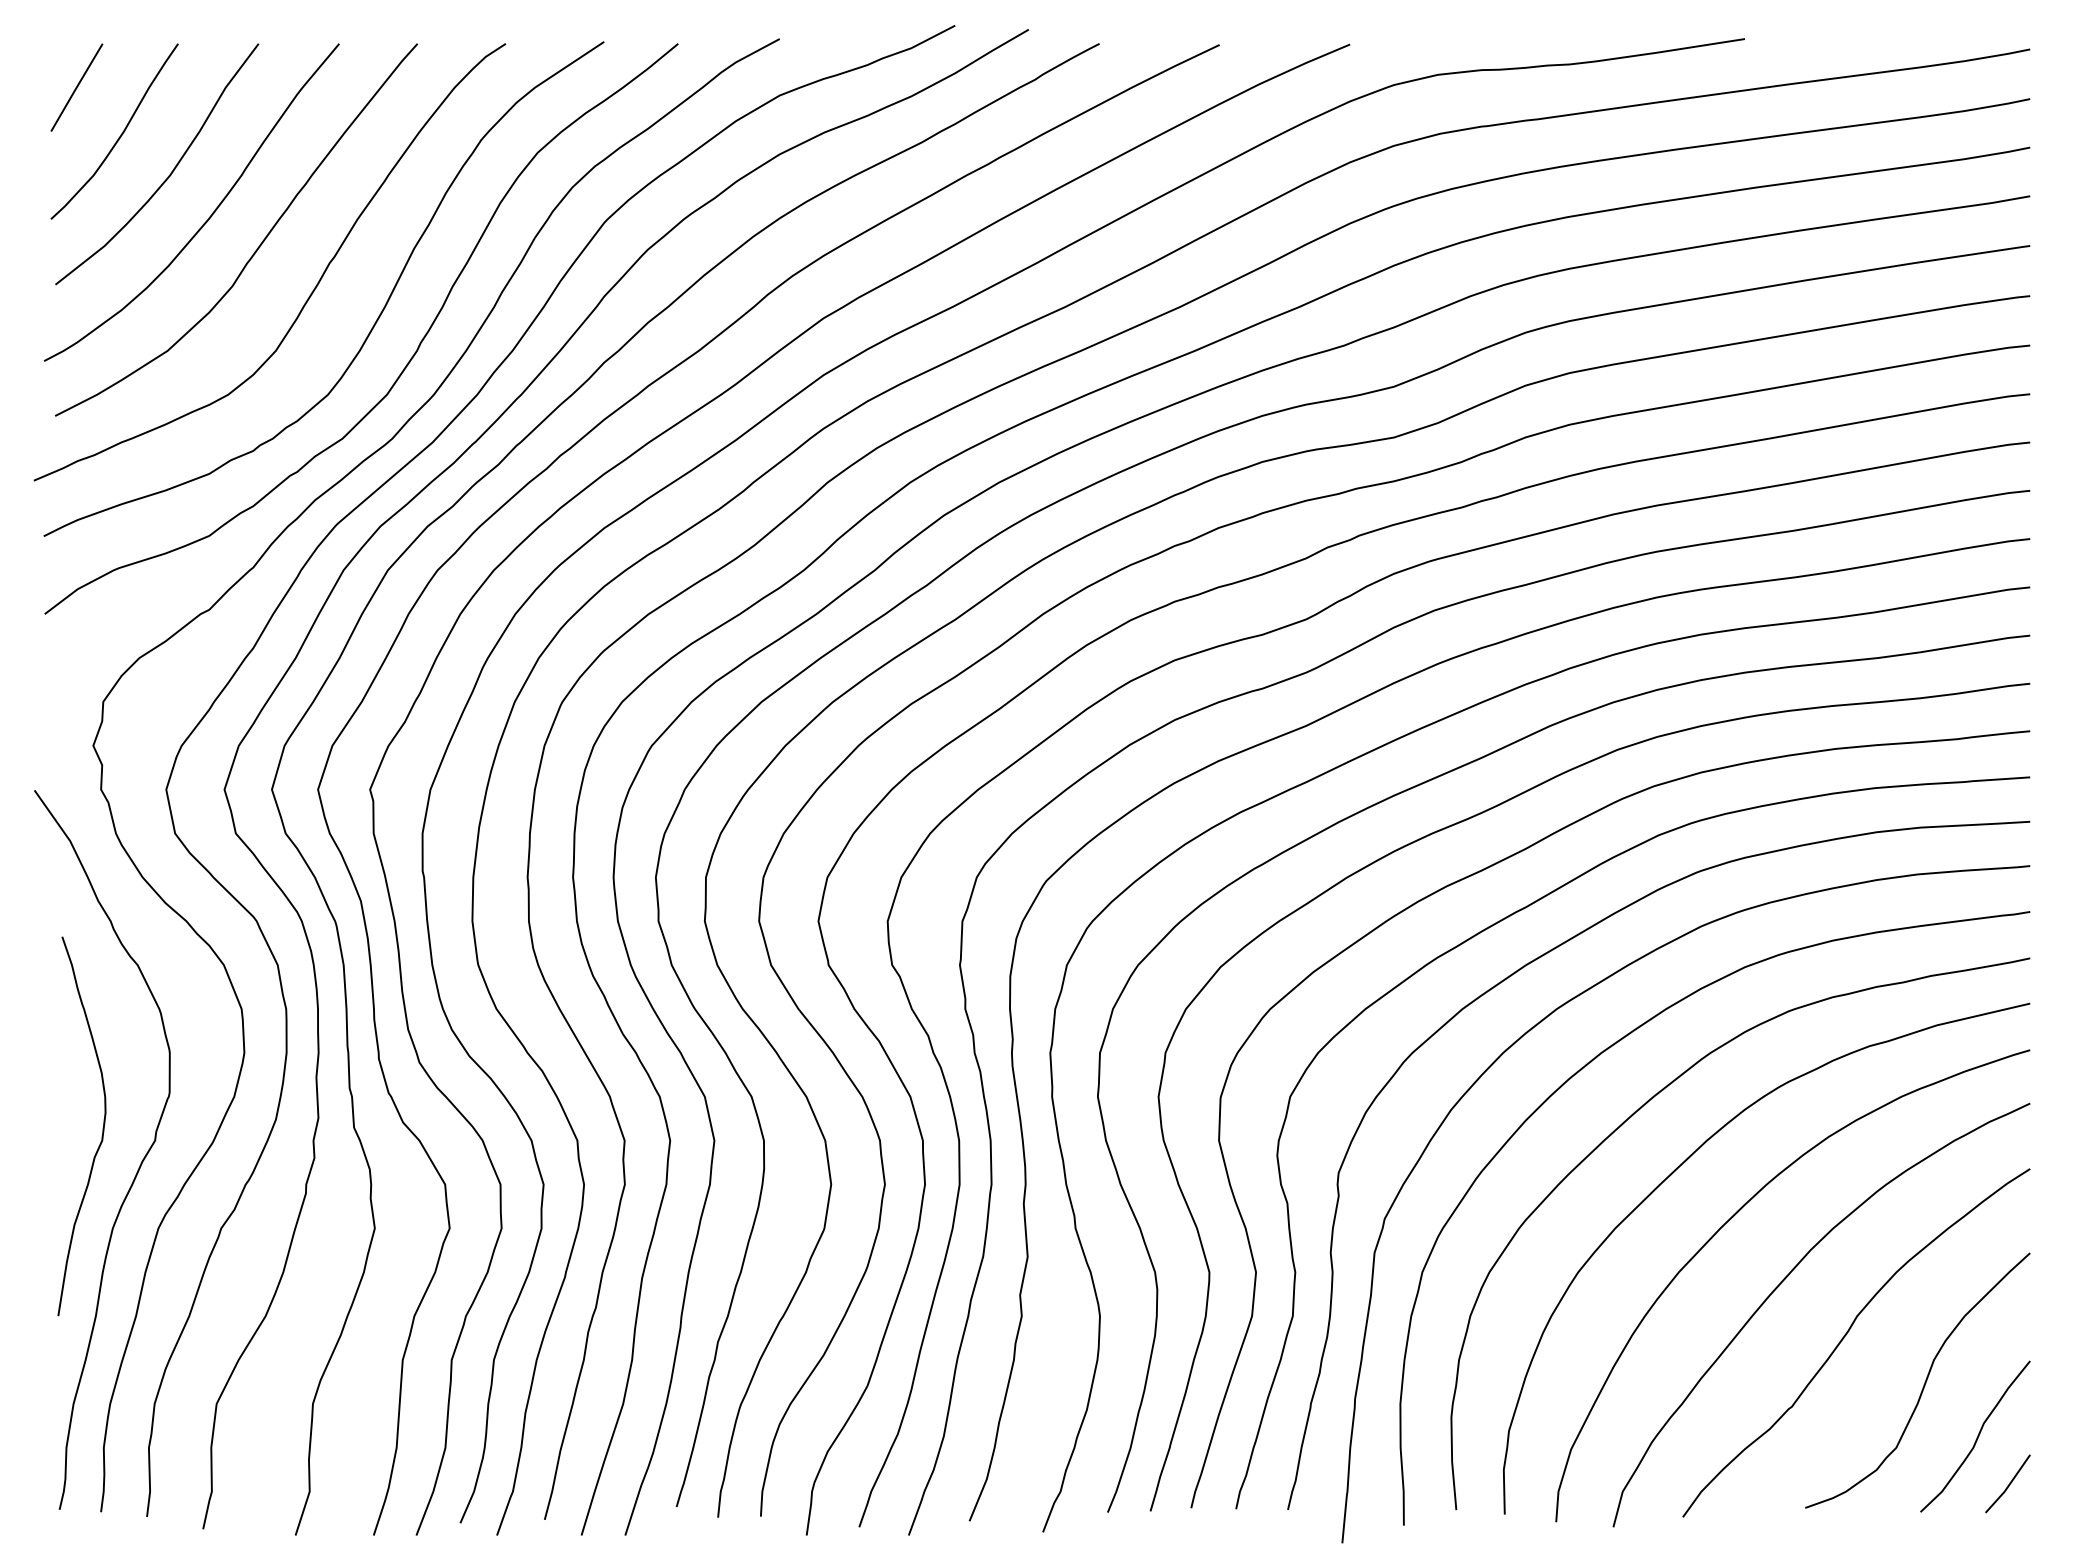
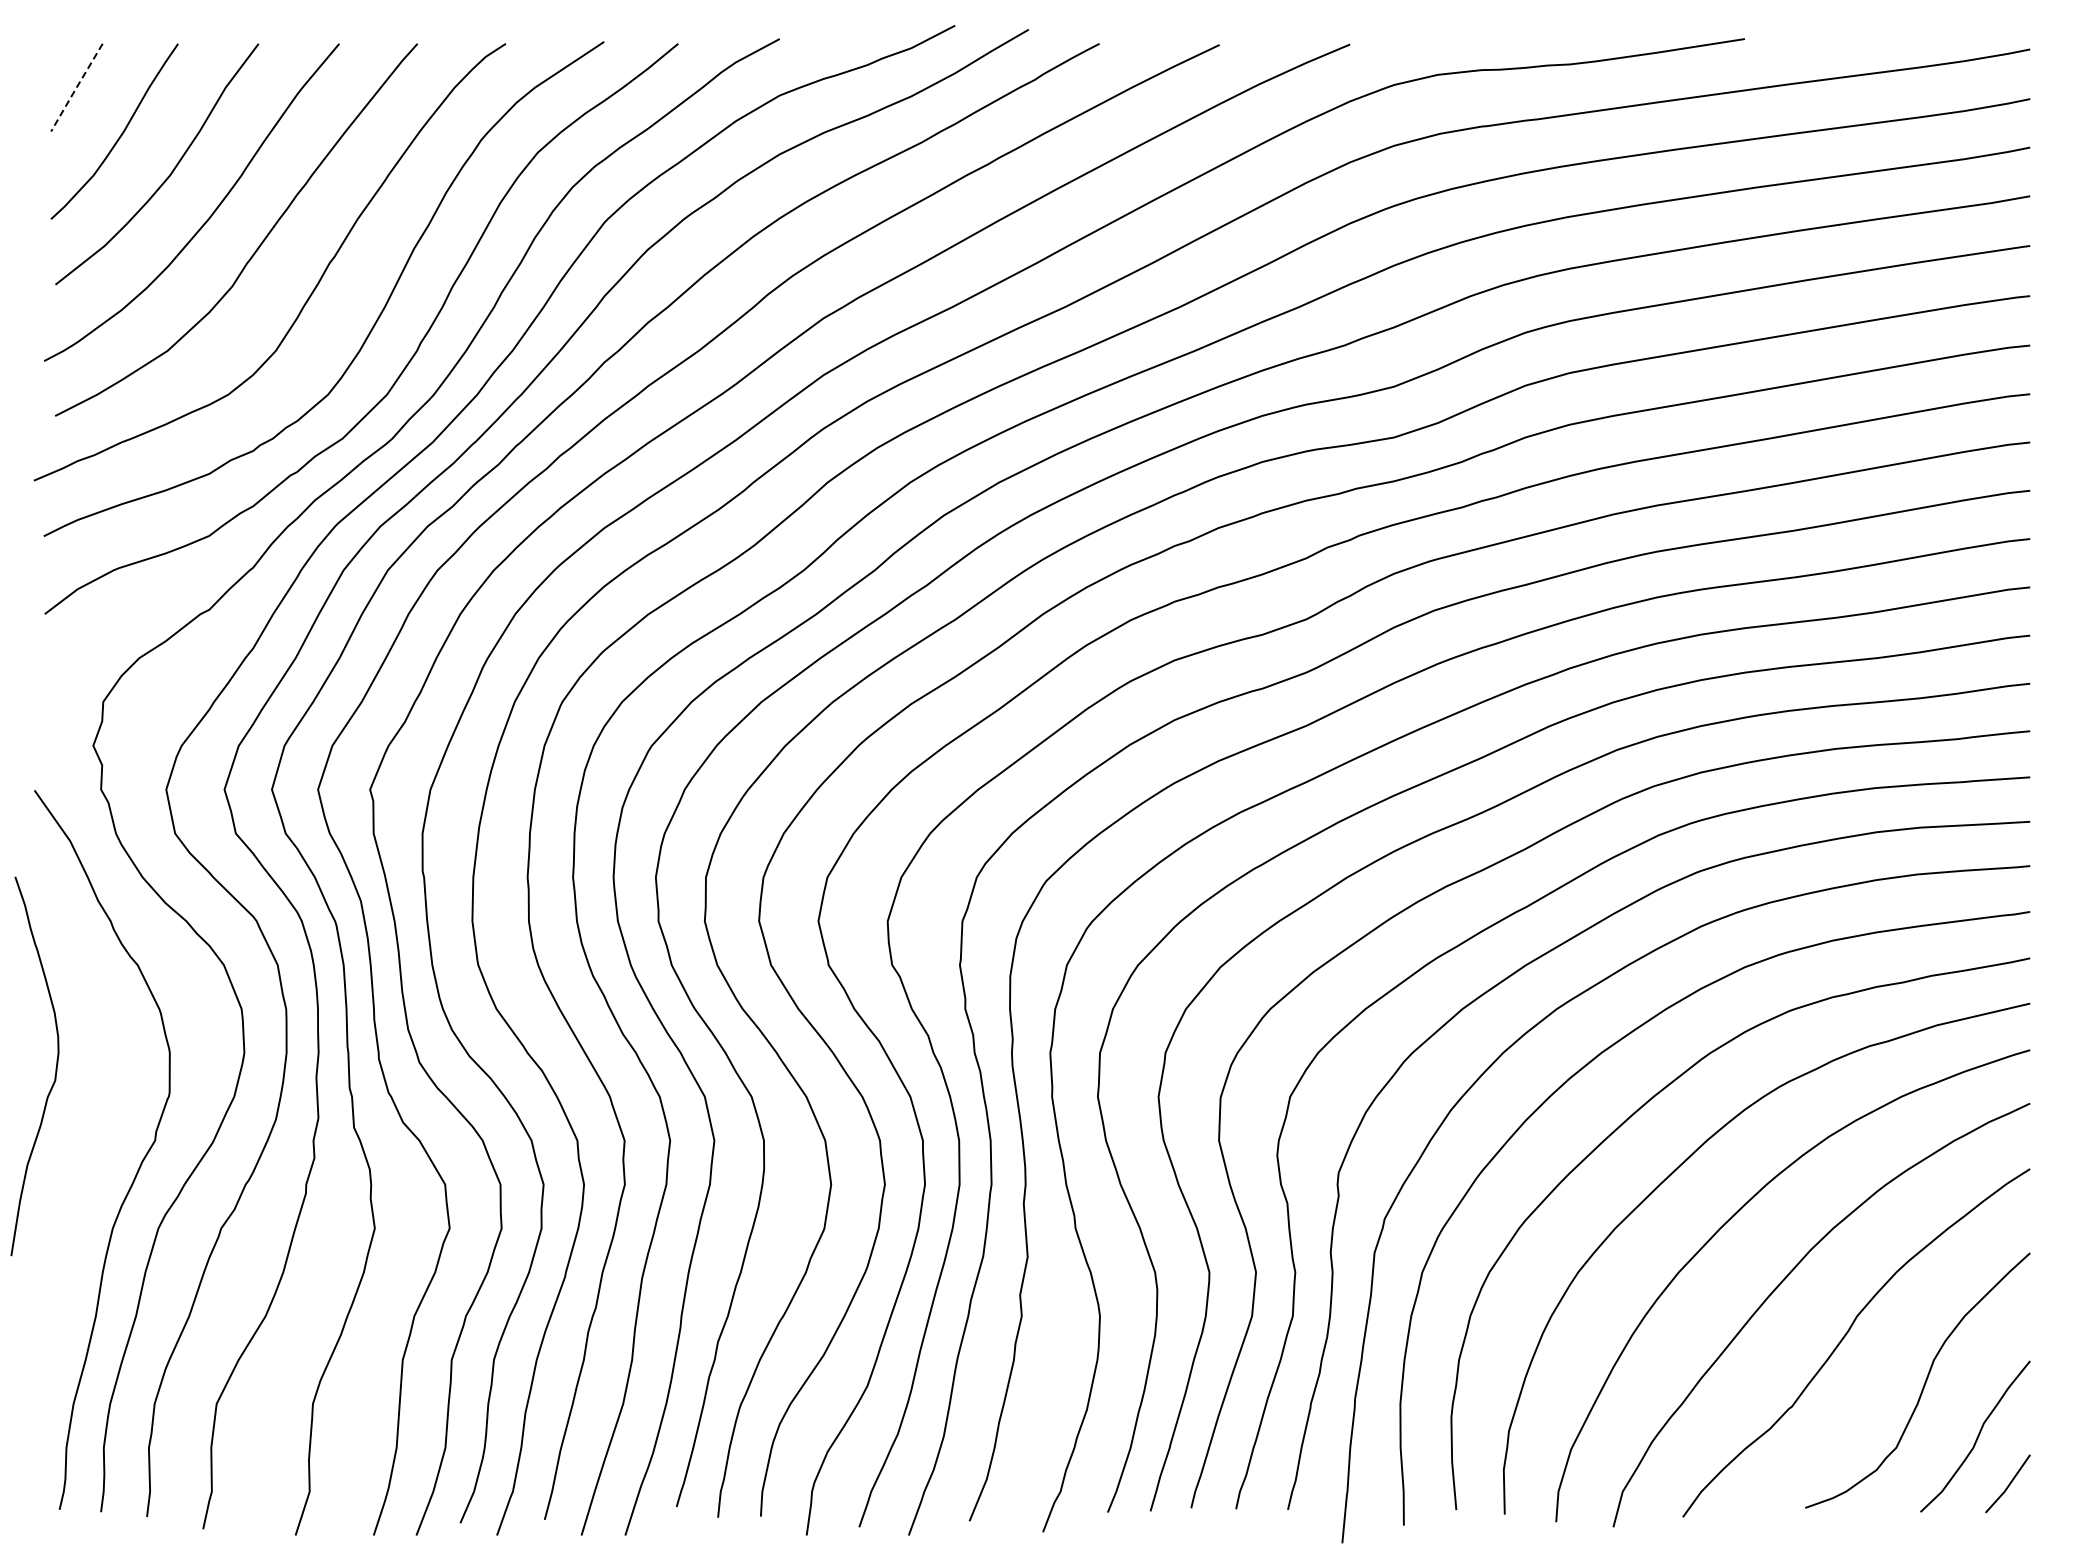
line at (76, 87): solid -> dashed
curve at (102, 1127) position: (102, 1127) -> (55, 1067)
